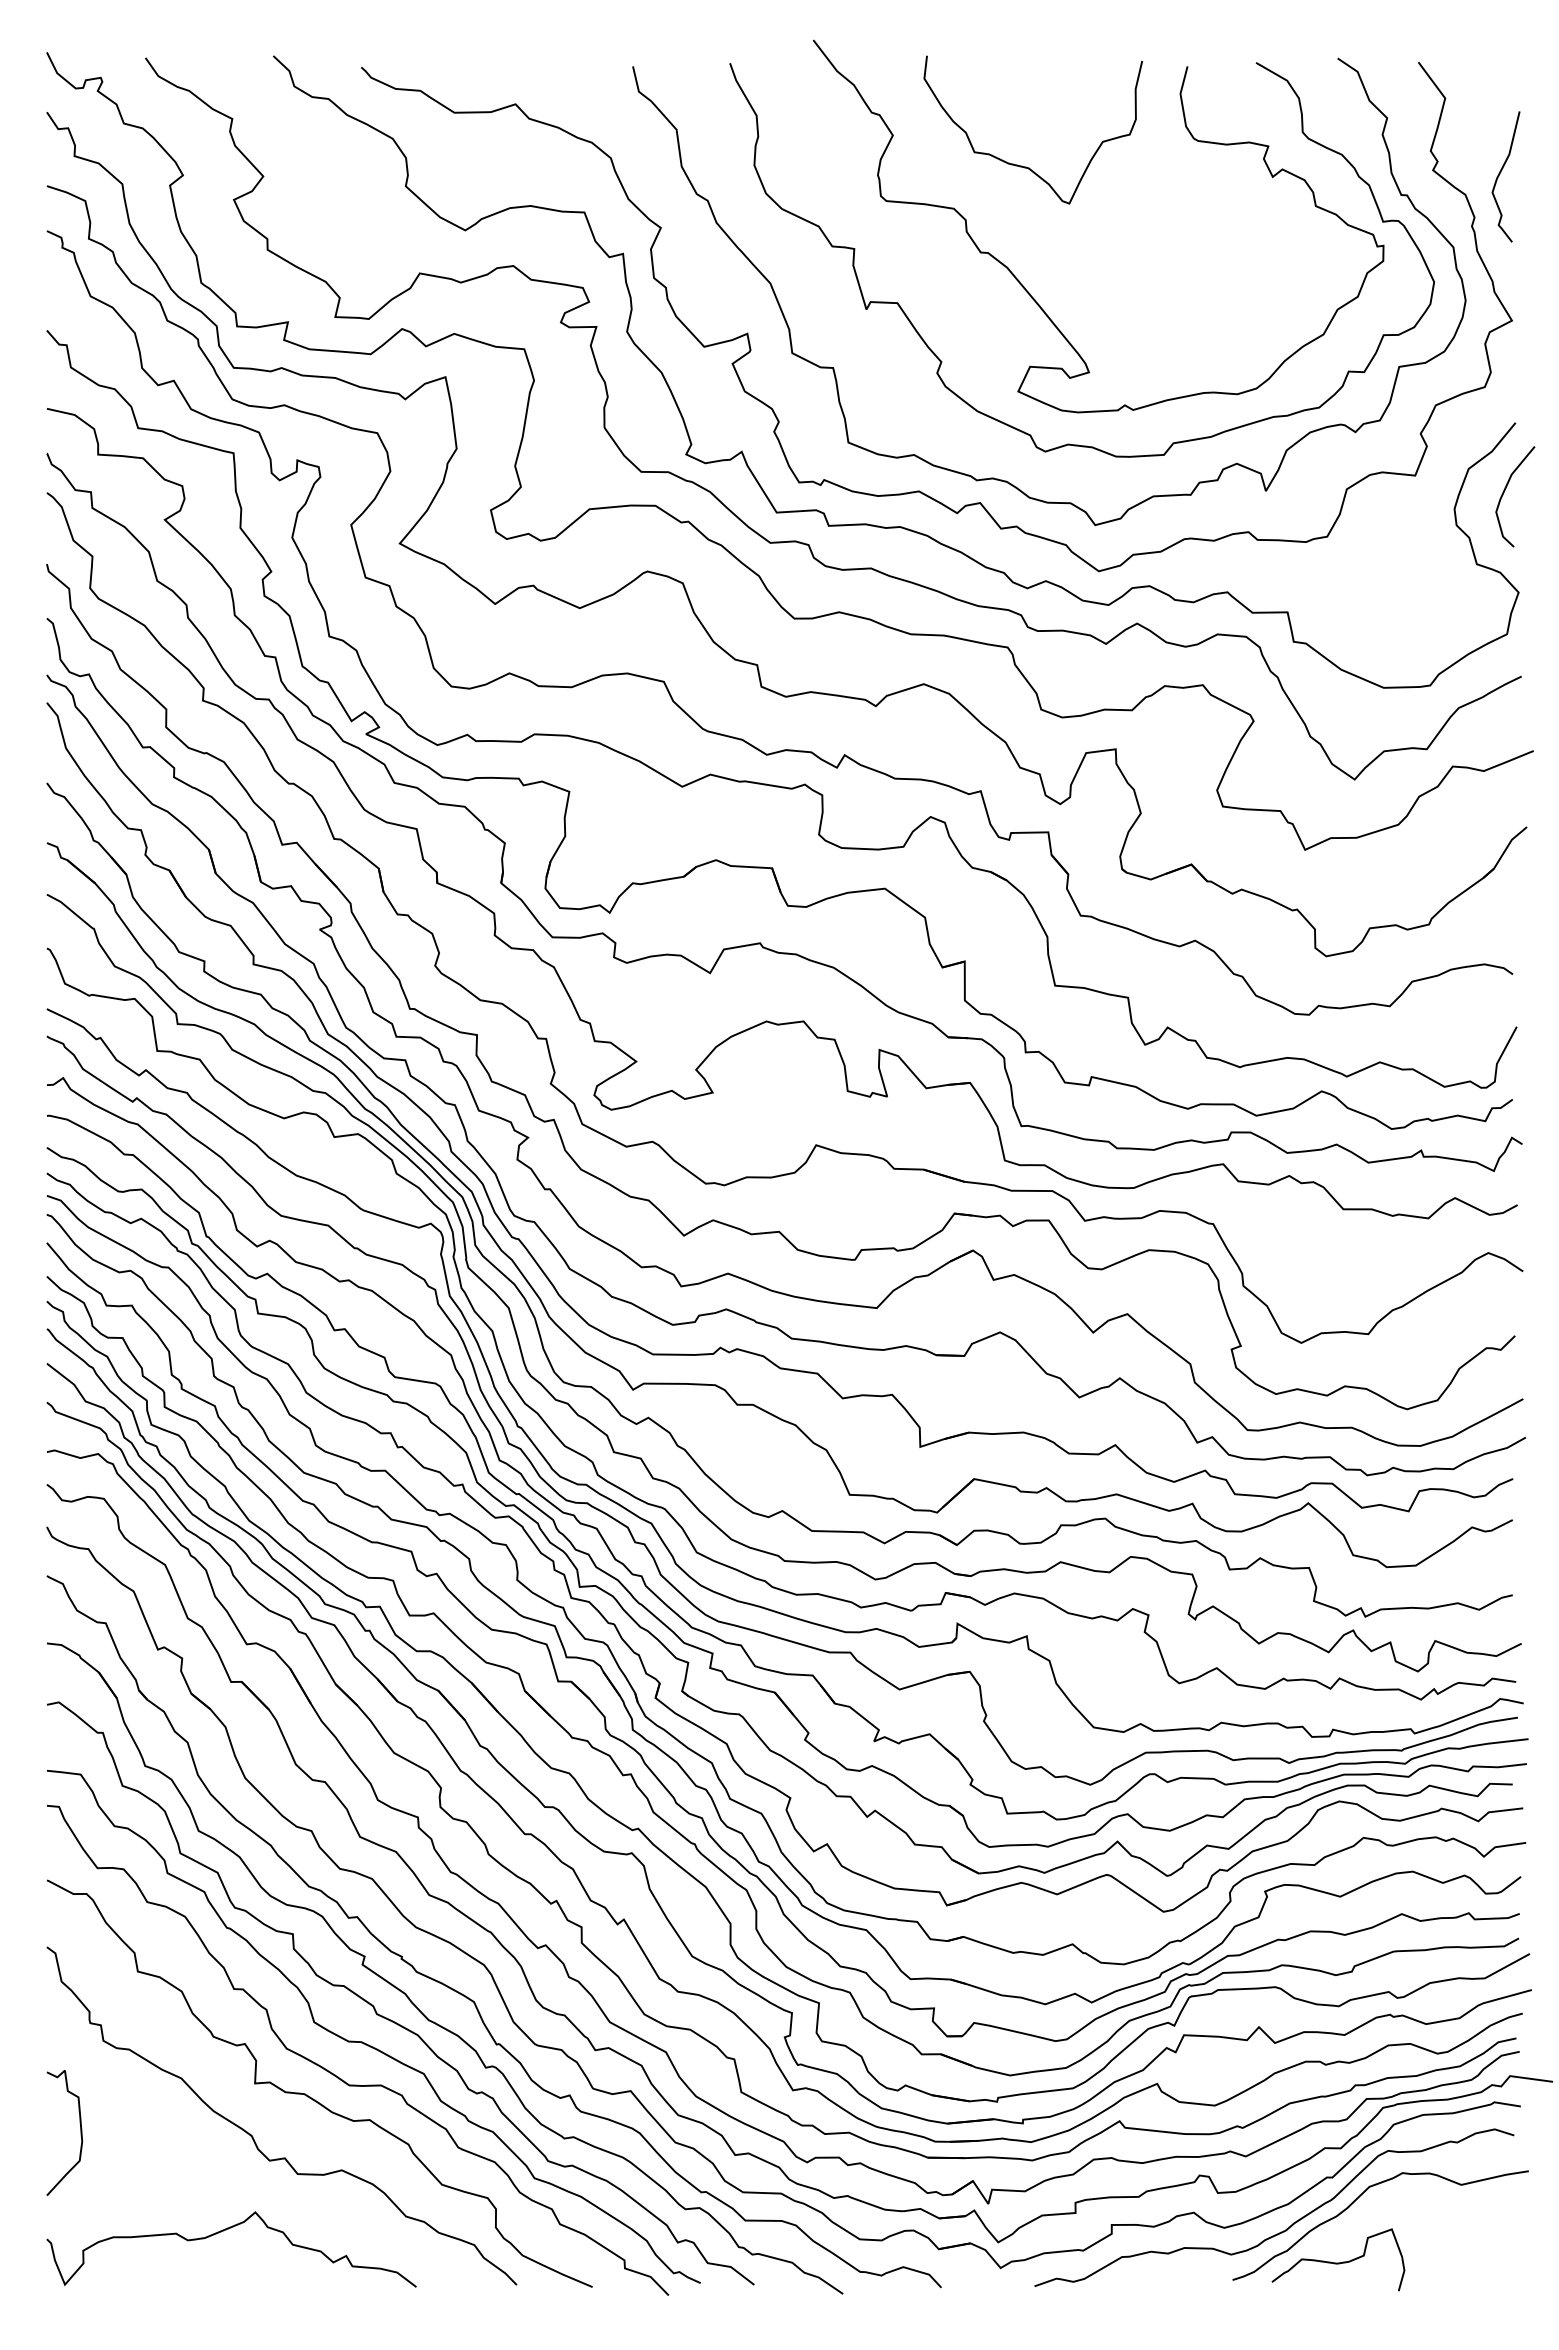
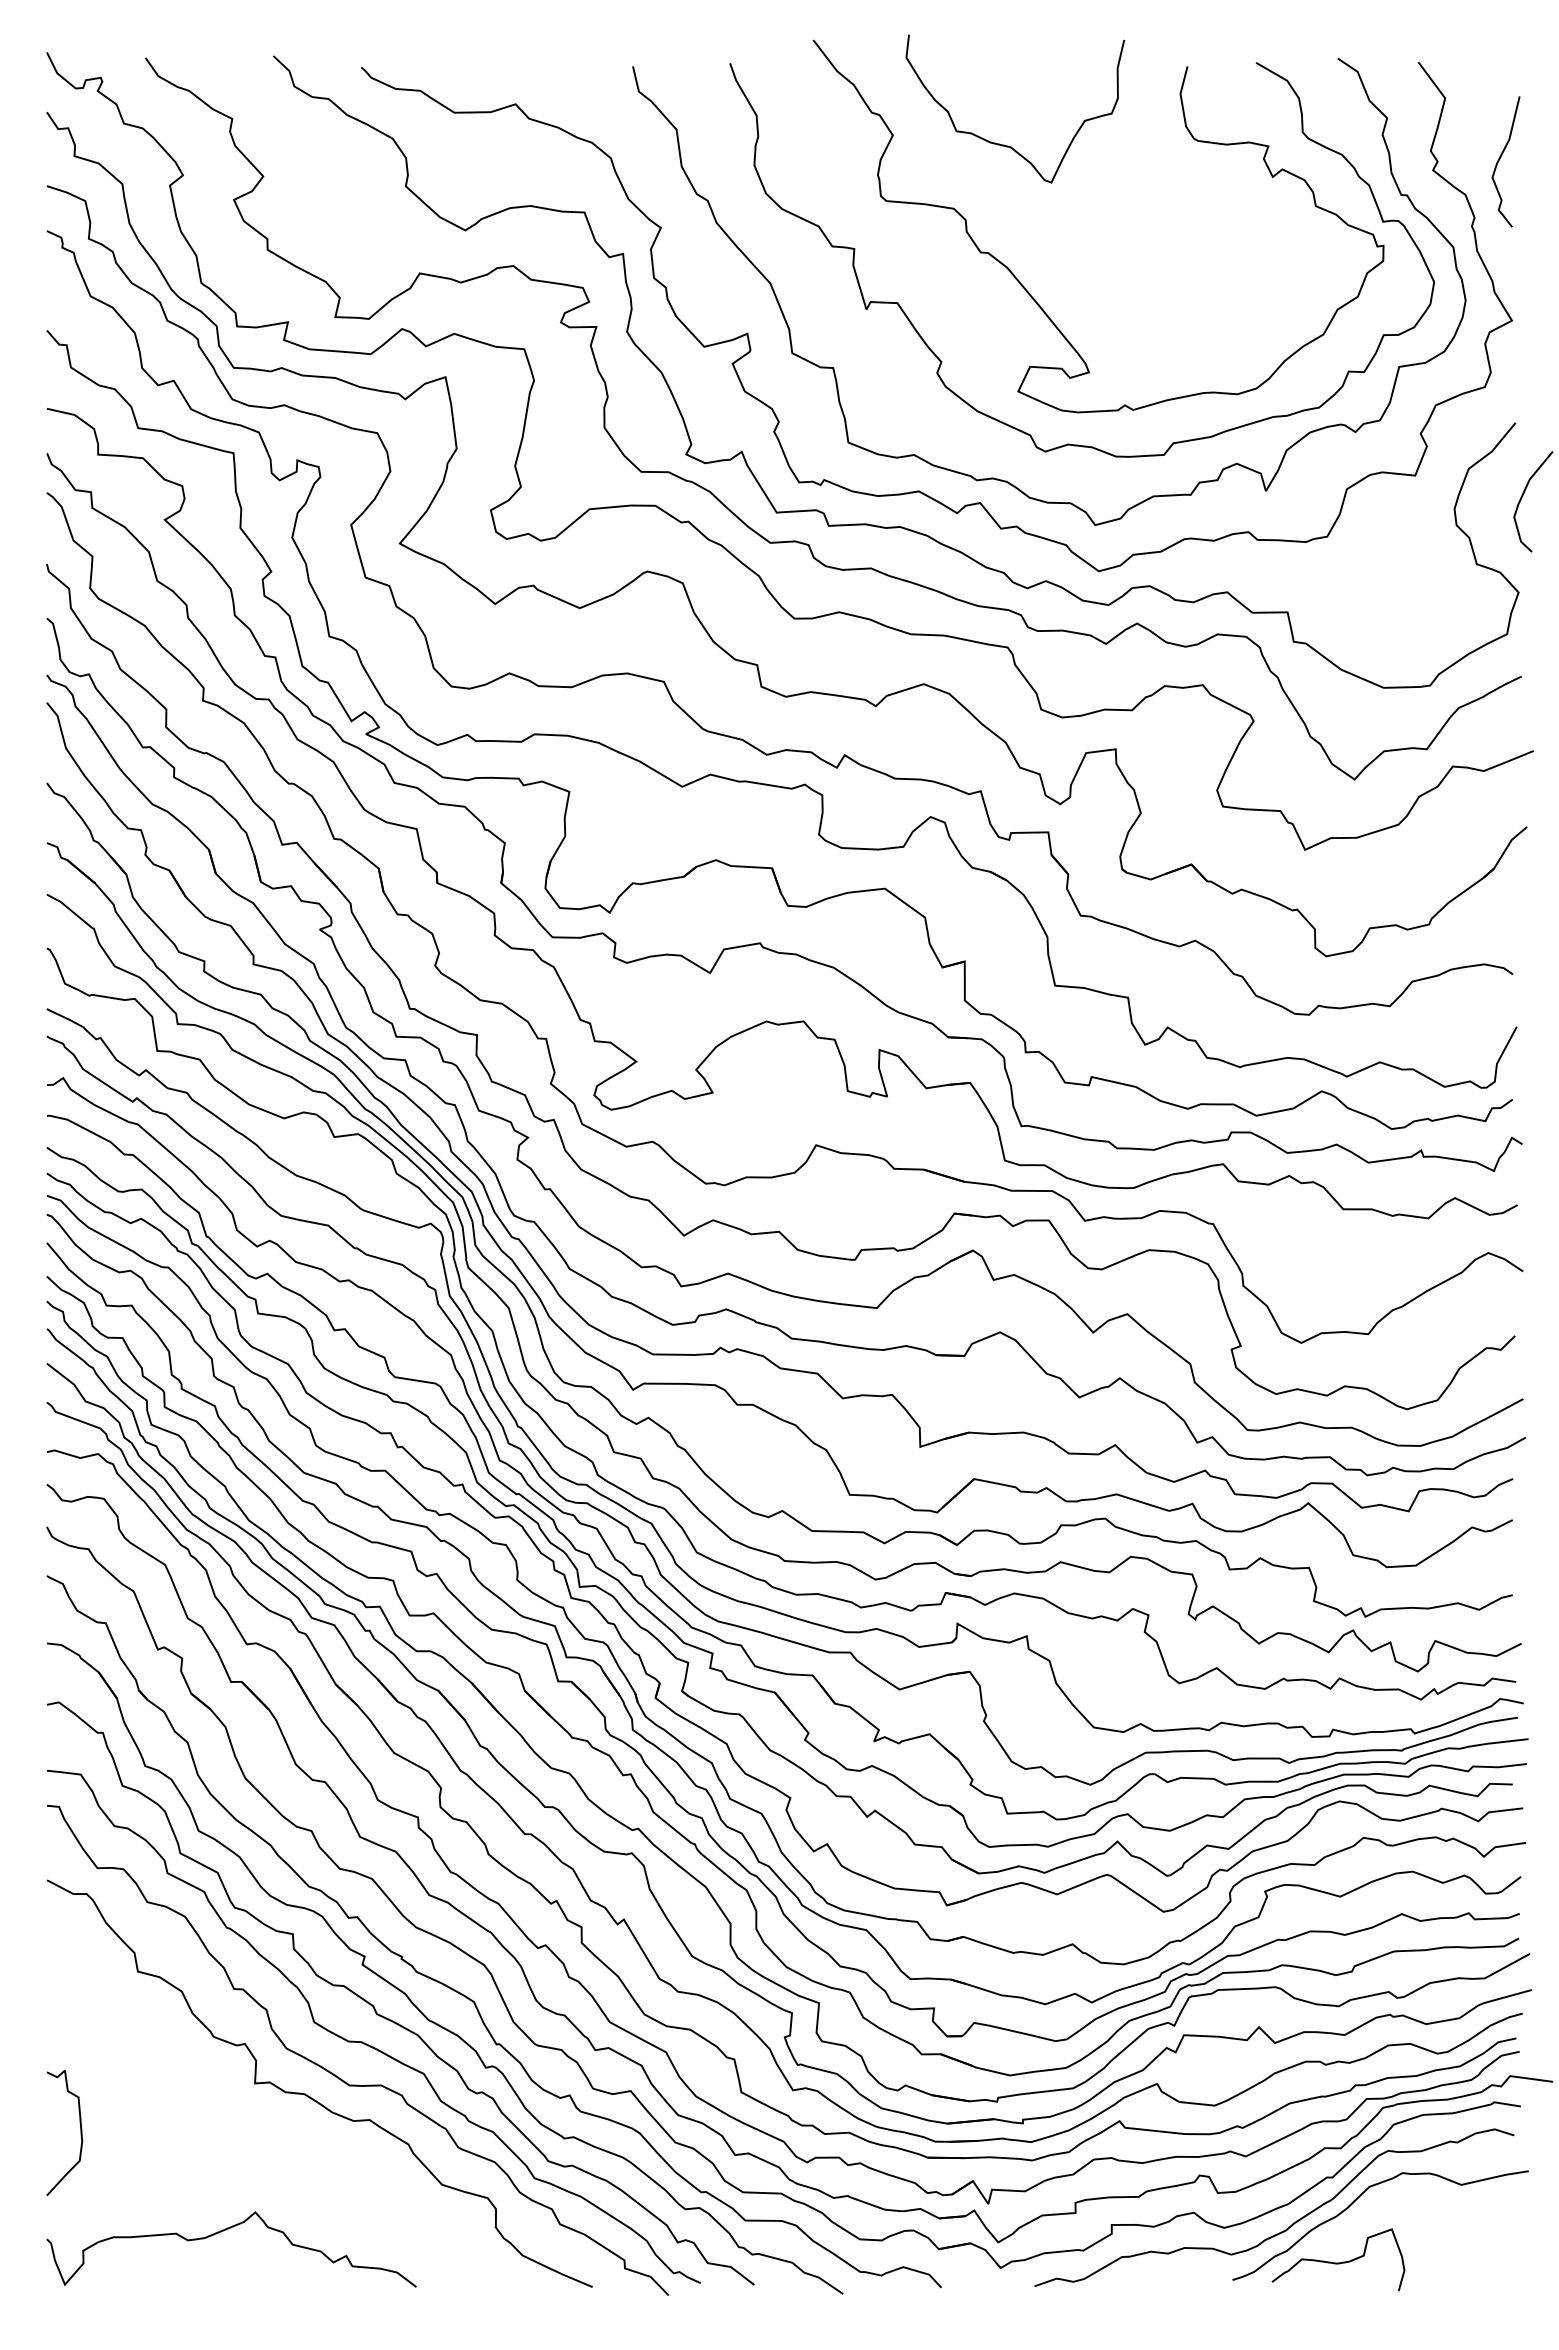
curve at (1022, 165) position: (1022, 165) -> (1004, 144)
curve at (1500, 174) position: (1500, 174) -> (1500, 159)
curve at (1504, 493) position: (1504, 493) -> (1522, 498)
curve at (252, 2135): present -> none
